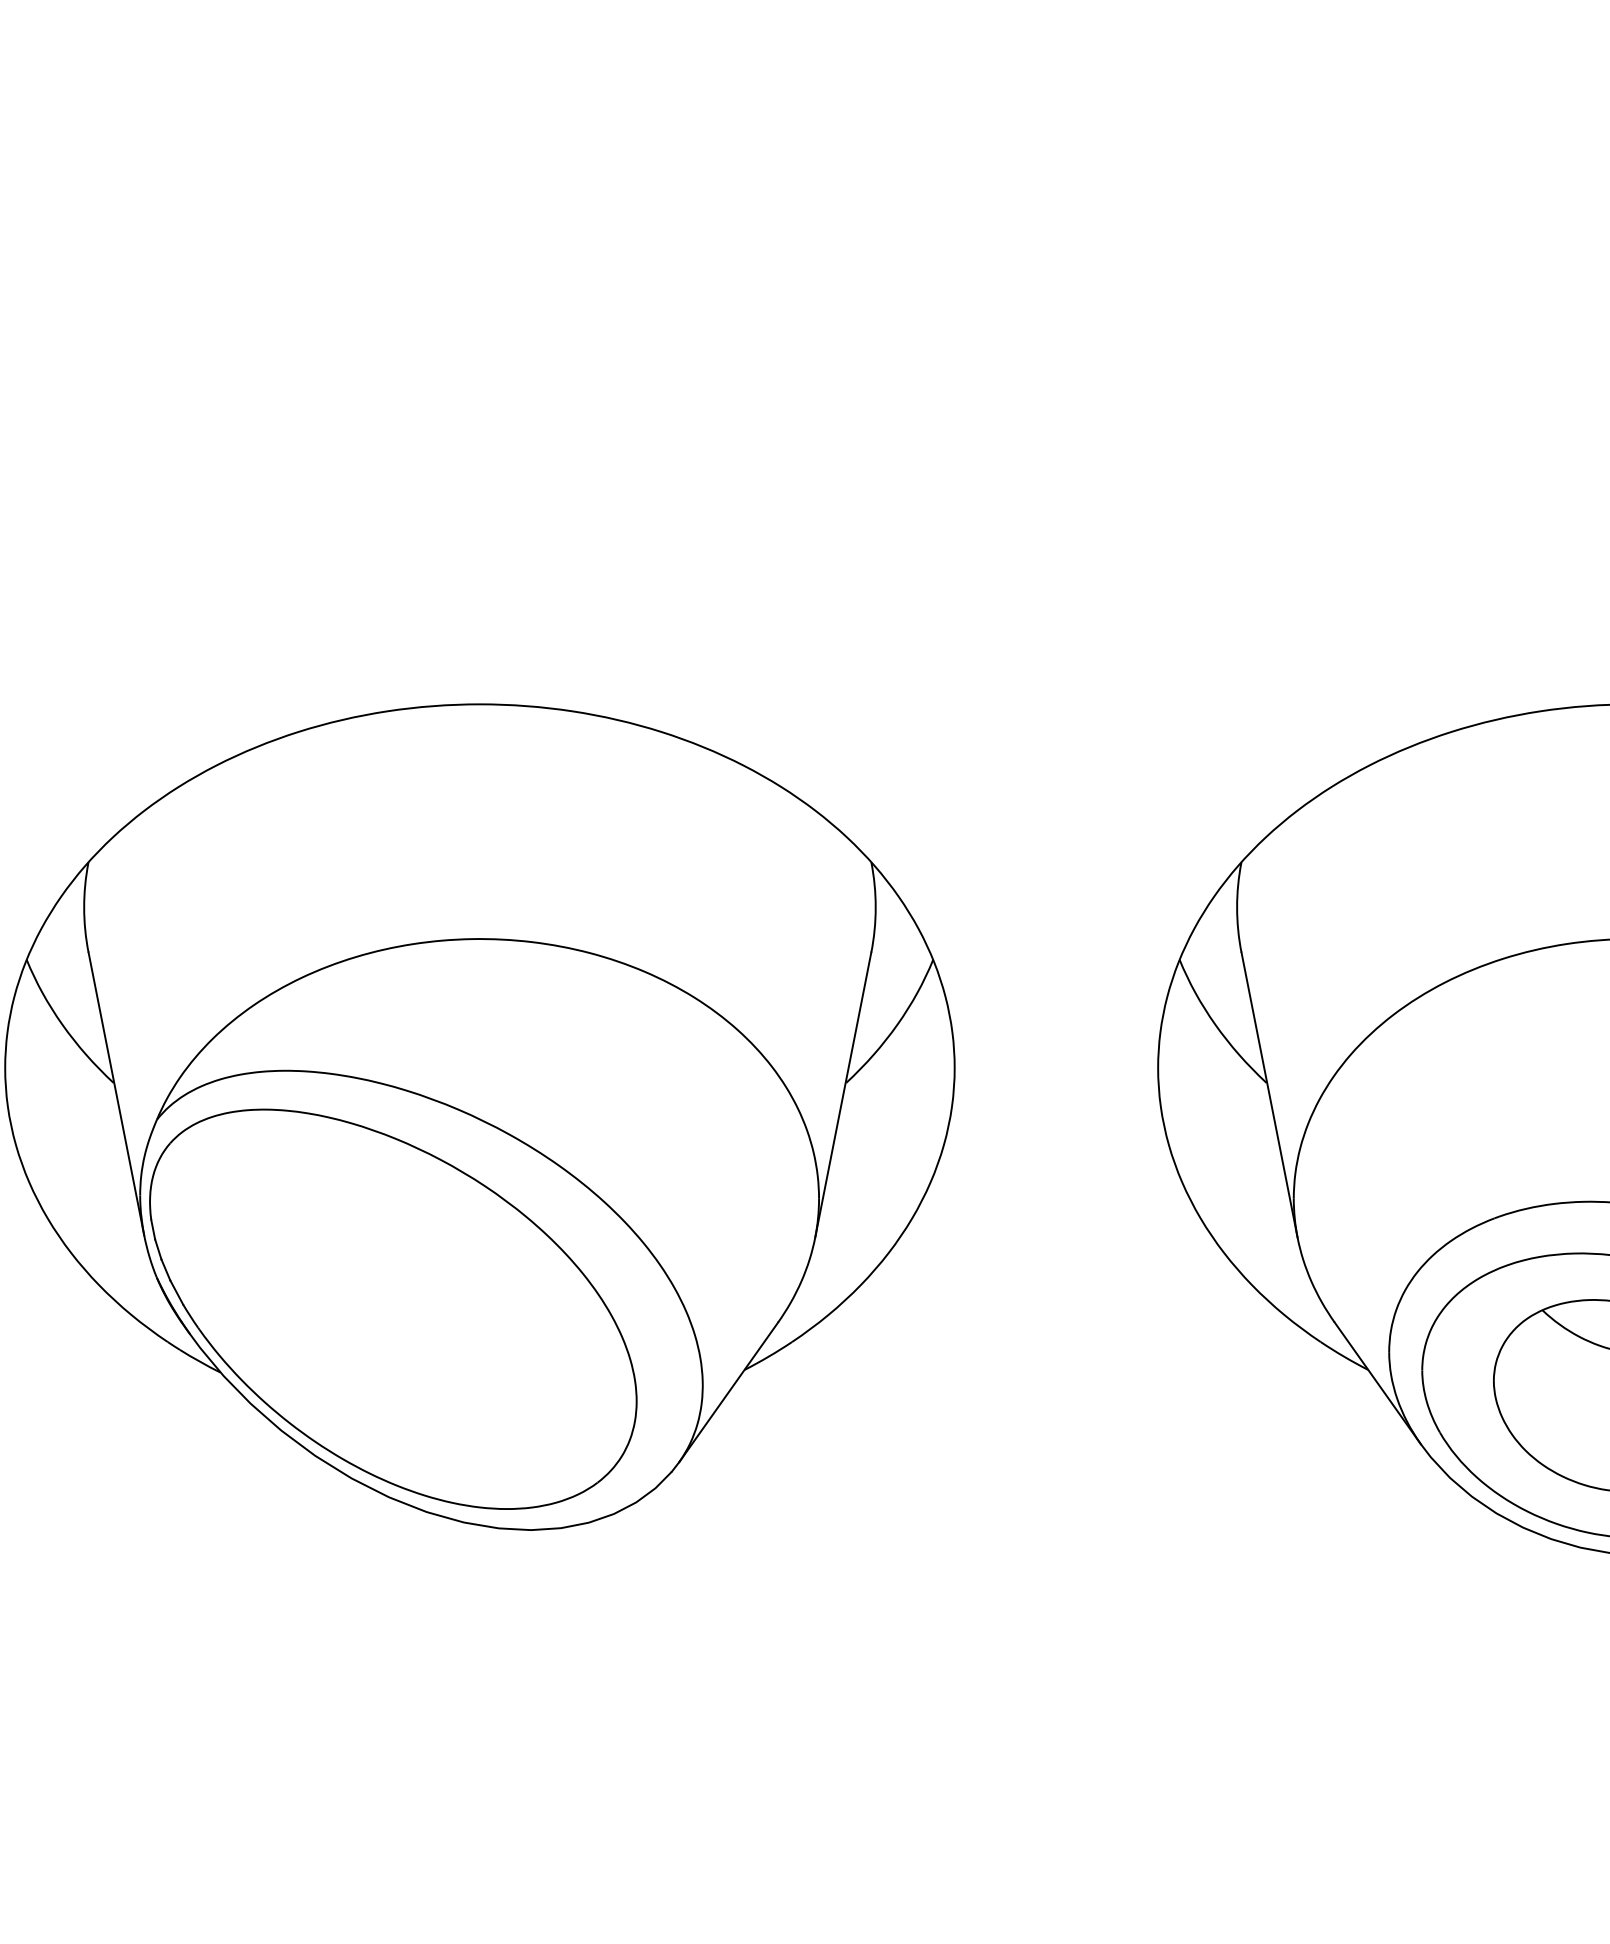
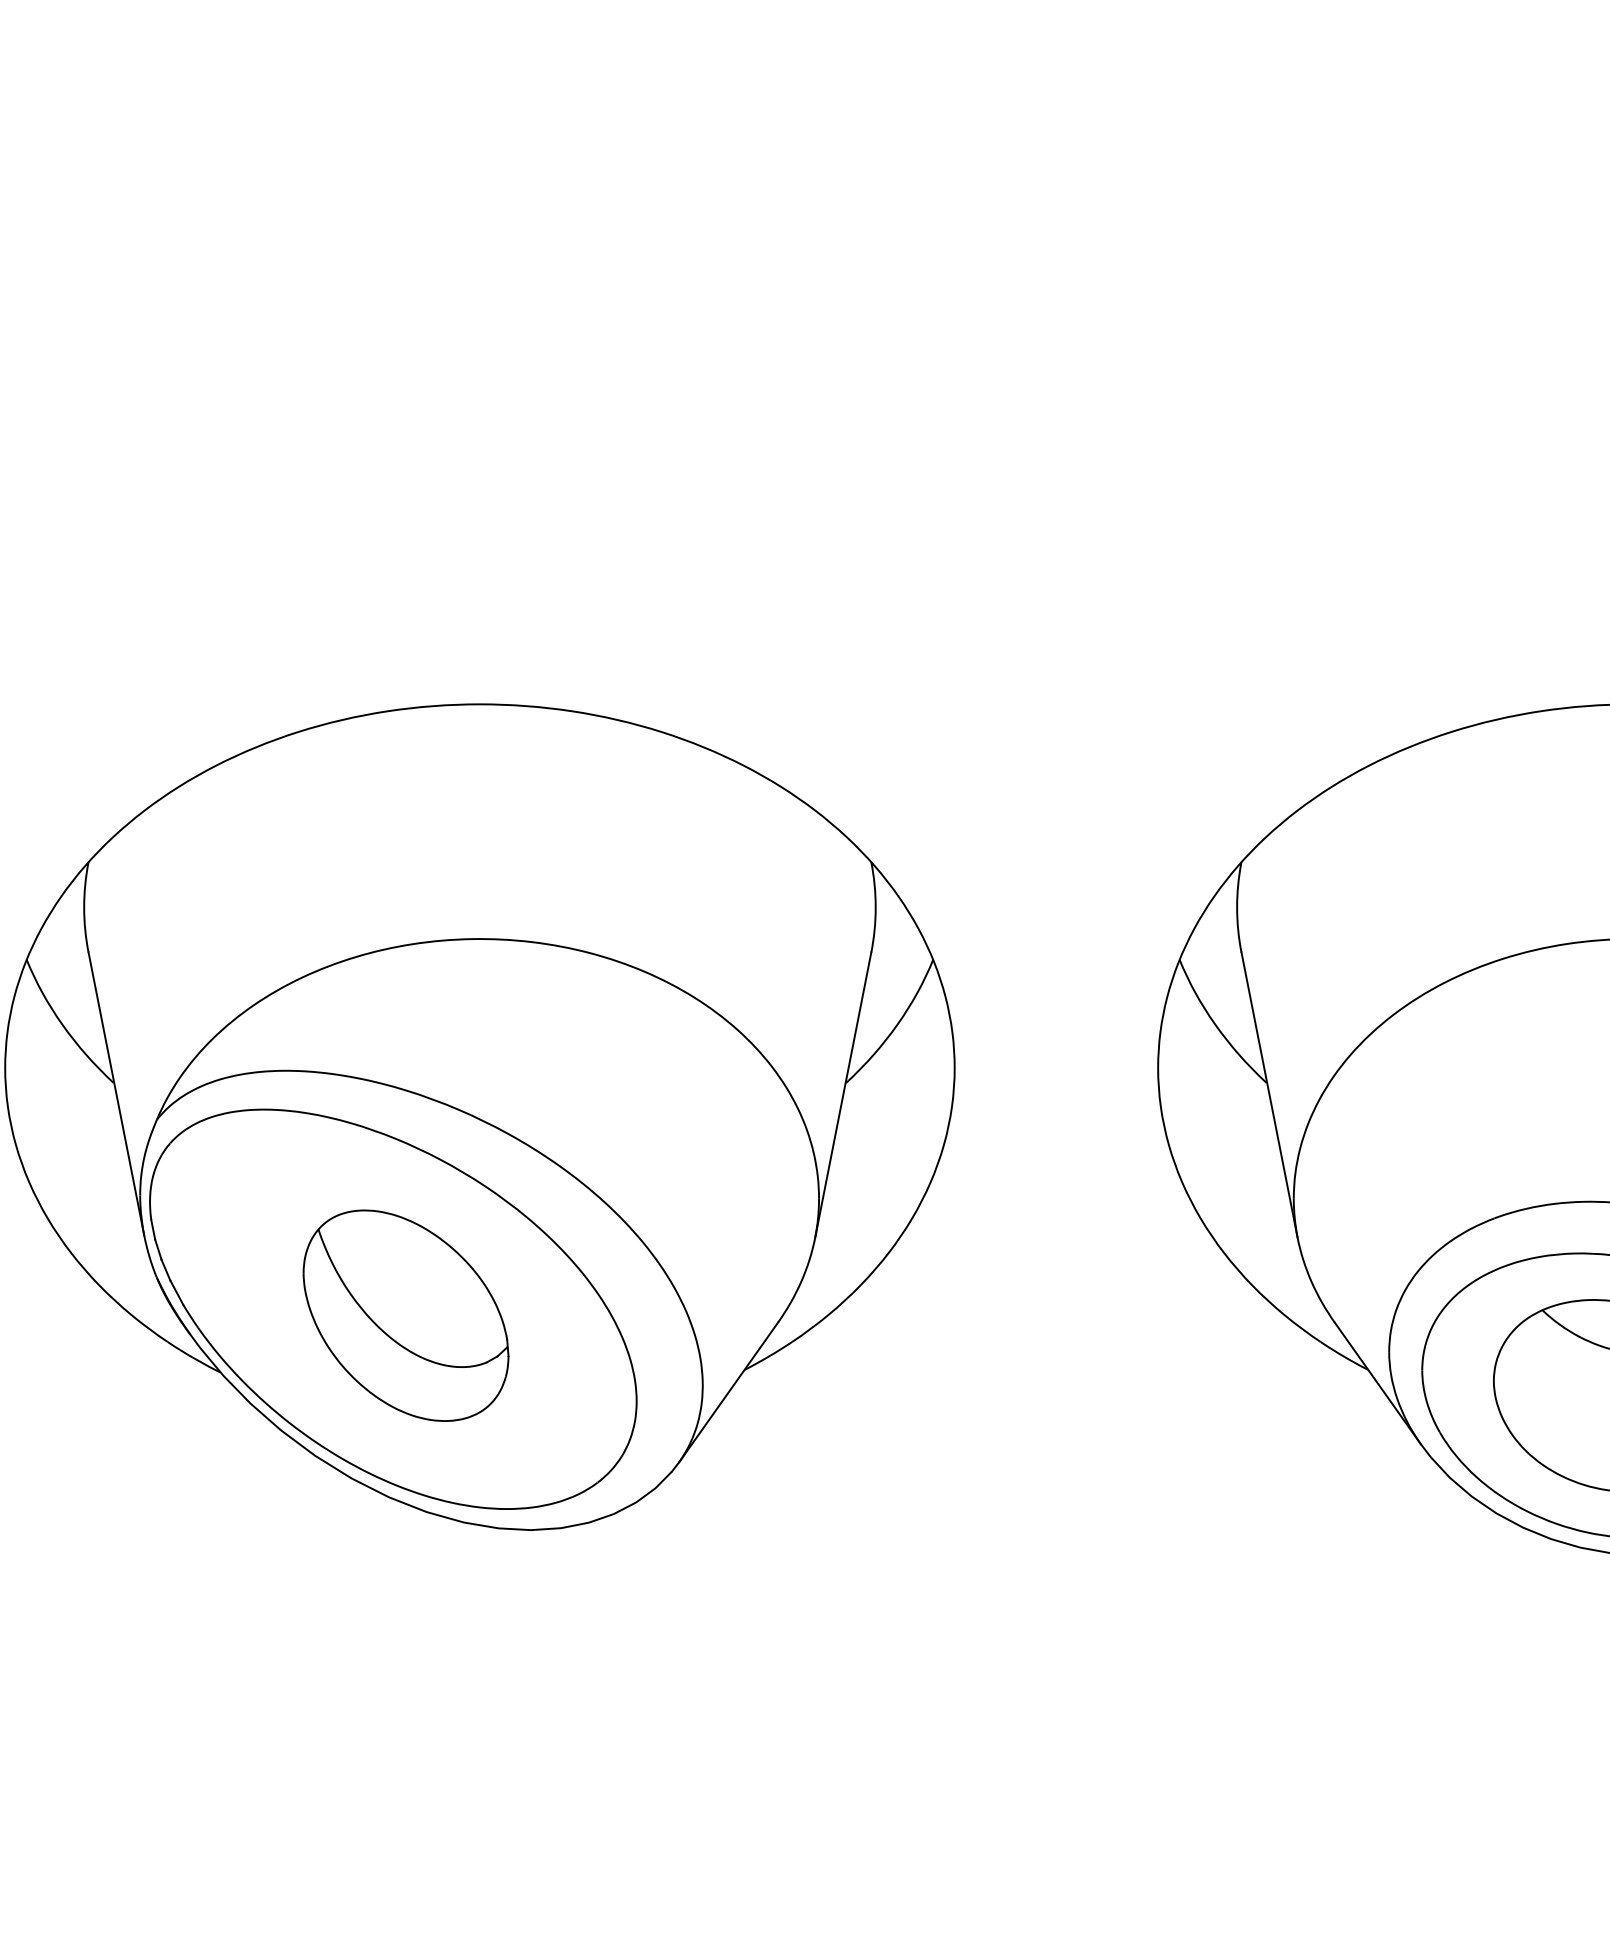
part at (405, 1315): none -> present
